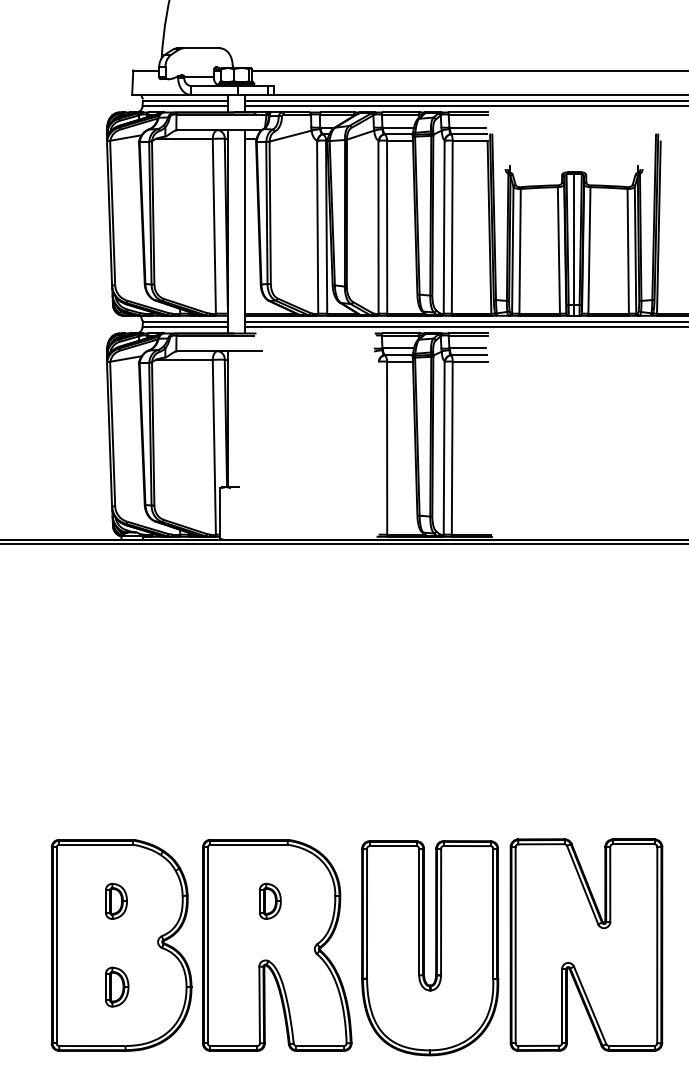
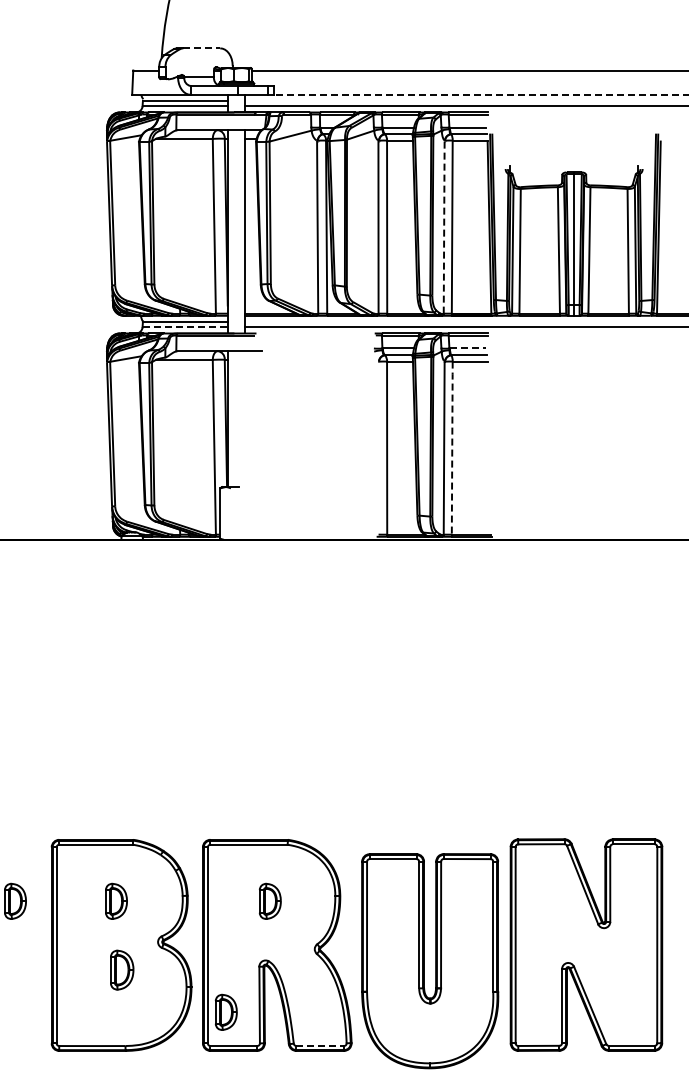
line at (202, 48): solid -> dashed
line at (480, 94): solid -> dashed
line at (465, 100): present -> none
line at (444, 226): solid -> dashed
line at (465, 321): present -> none
line at (185, 327): solid -> dashed
line at (467, 348): solid -> dashed
line at (452, 446): solid -> dashed
line at (343, 543): present -> none
part at (15, 900): none -> present
part at (430, 948) position: (430, 948) -> (430, 961)
part at (117, 986) position: (117, 986) -> (122, 969)
part at (225, 1011): none -> present
line at (320, 1045): solid -> dashed
